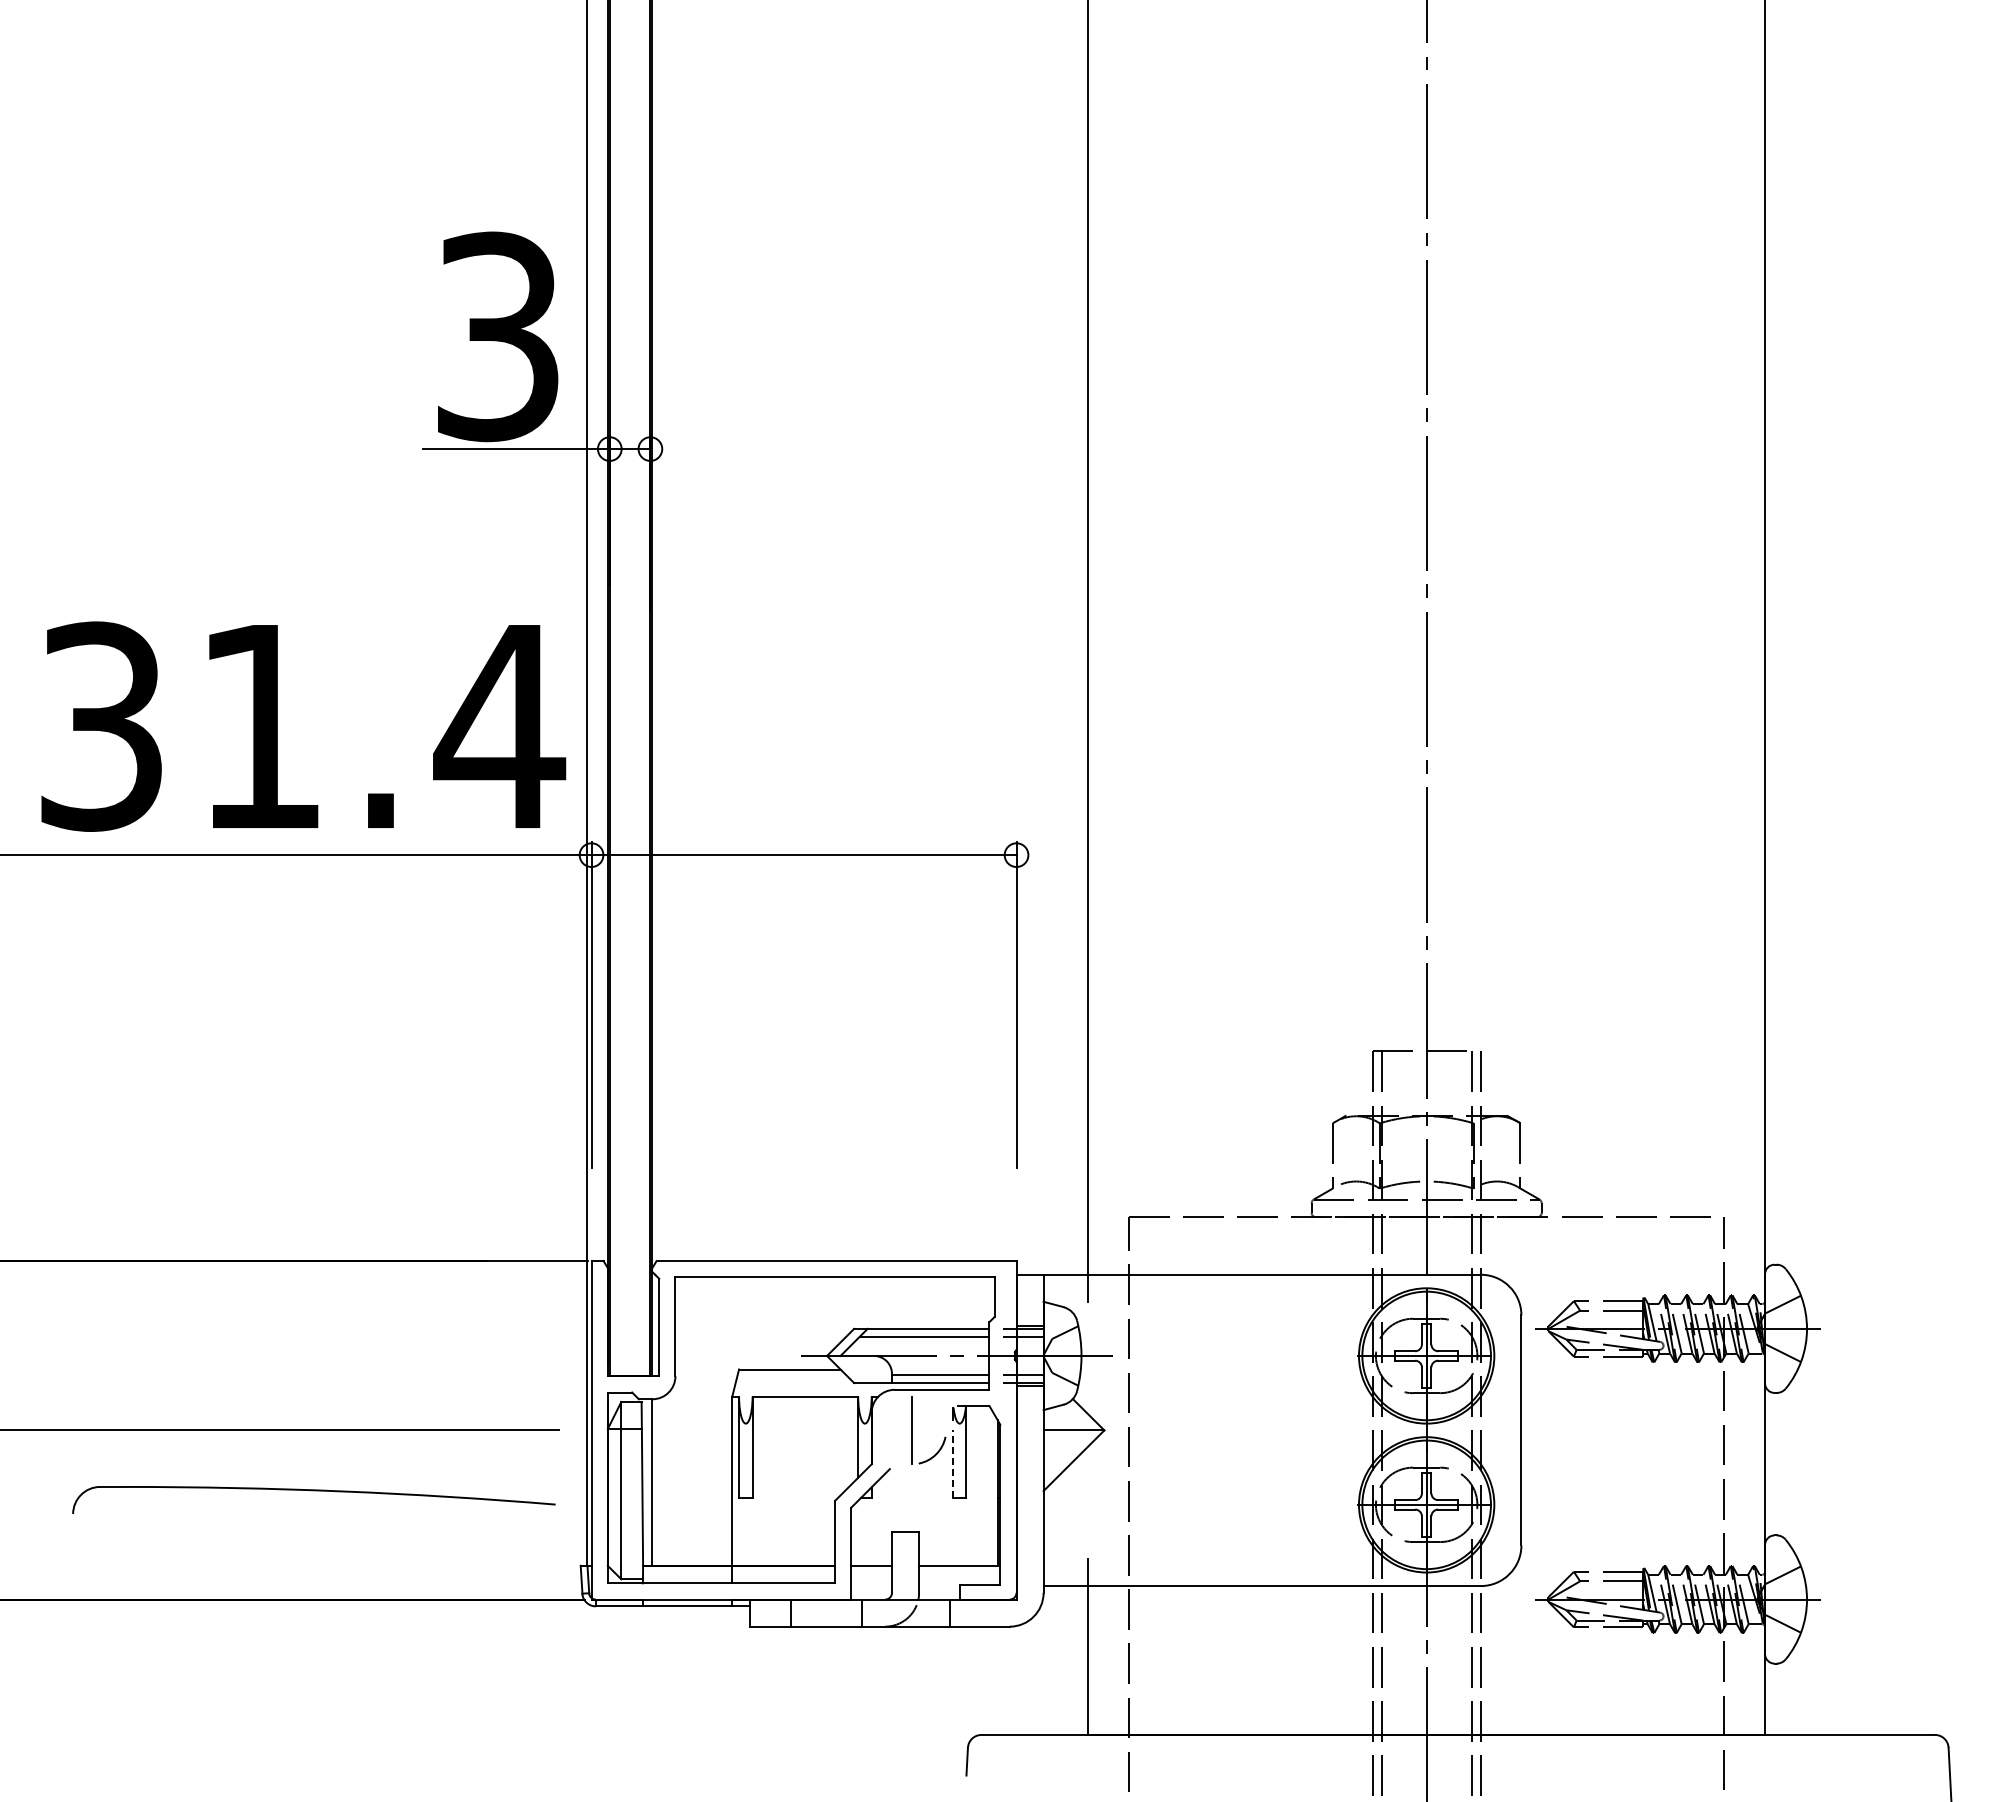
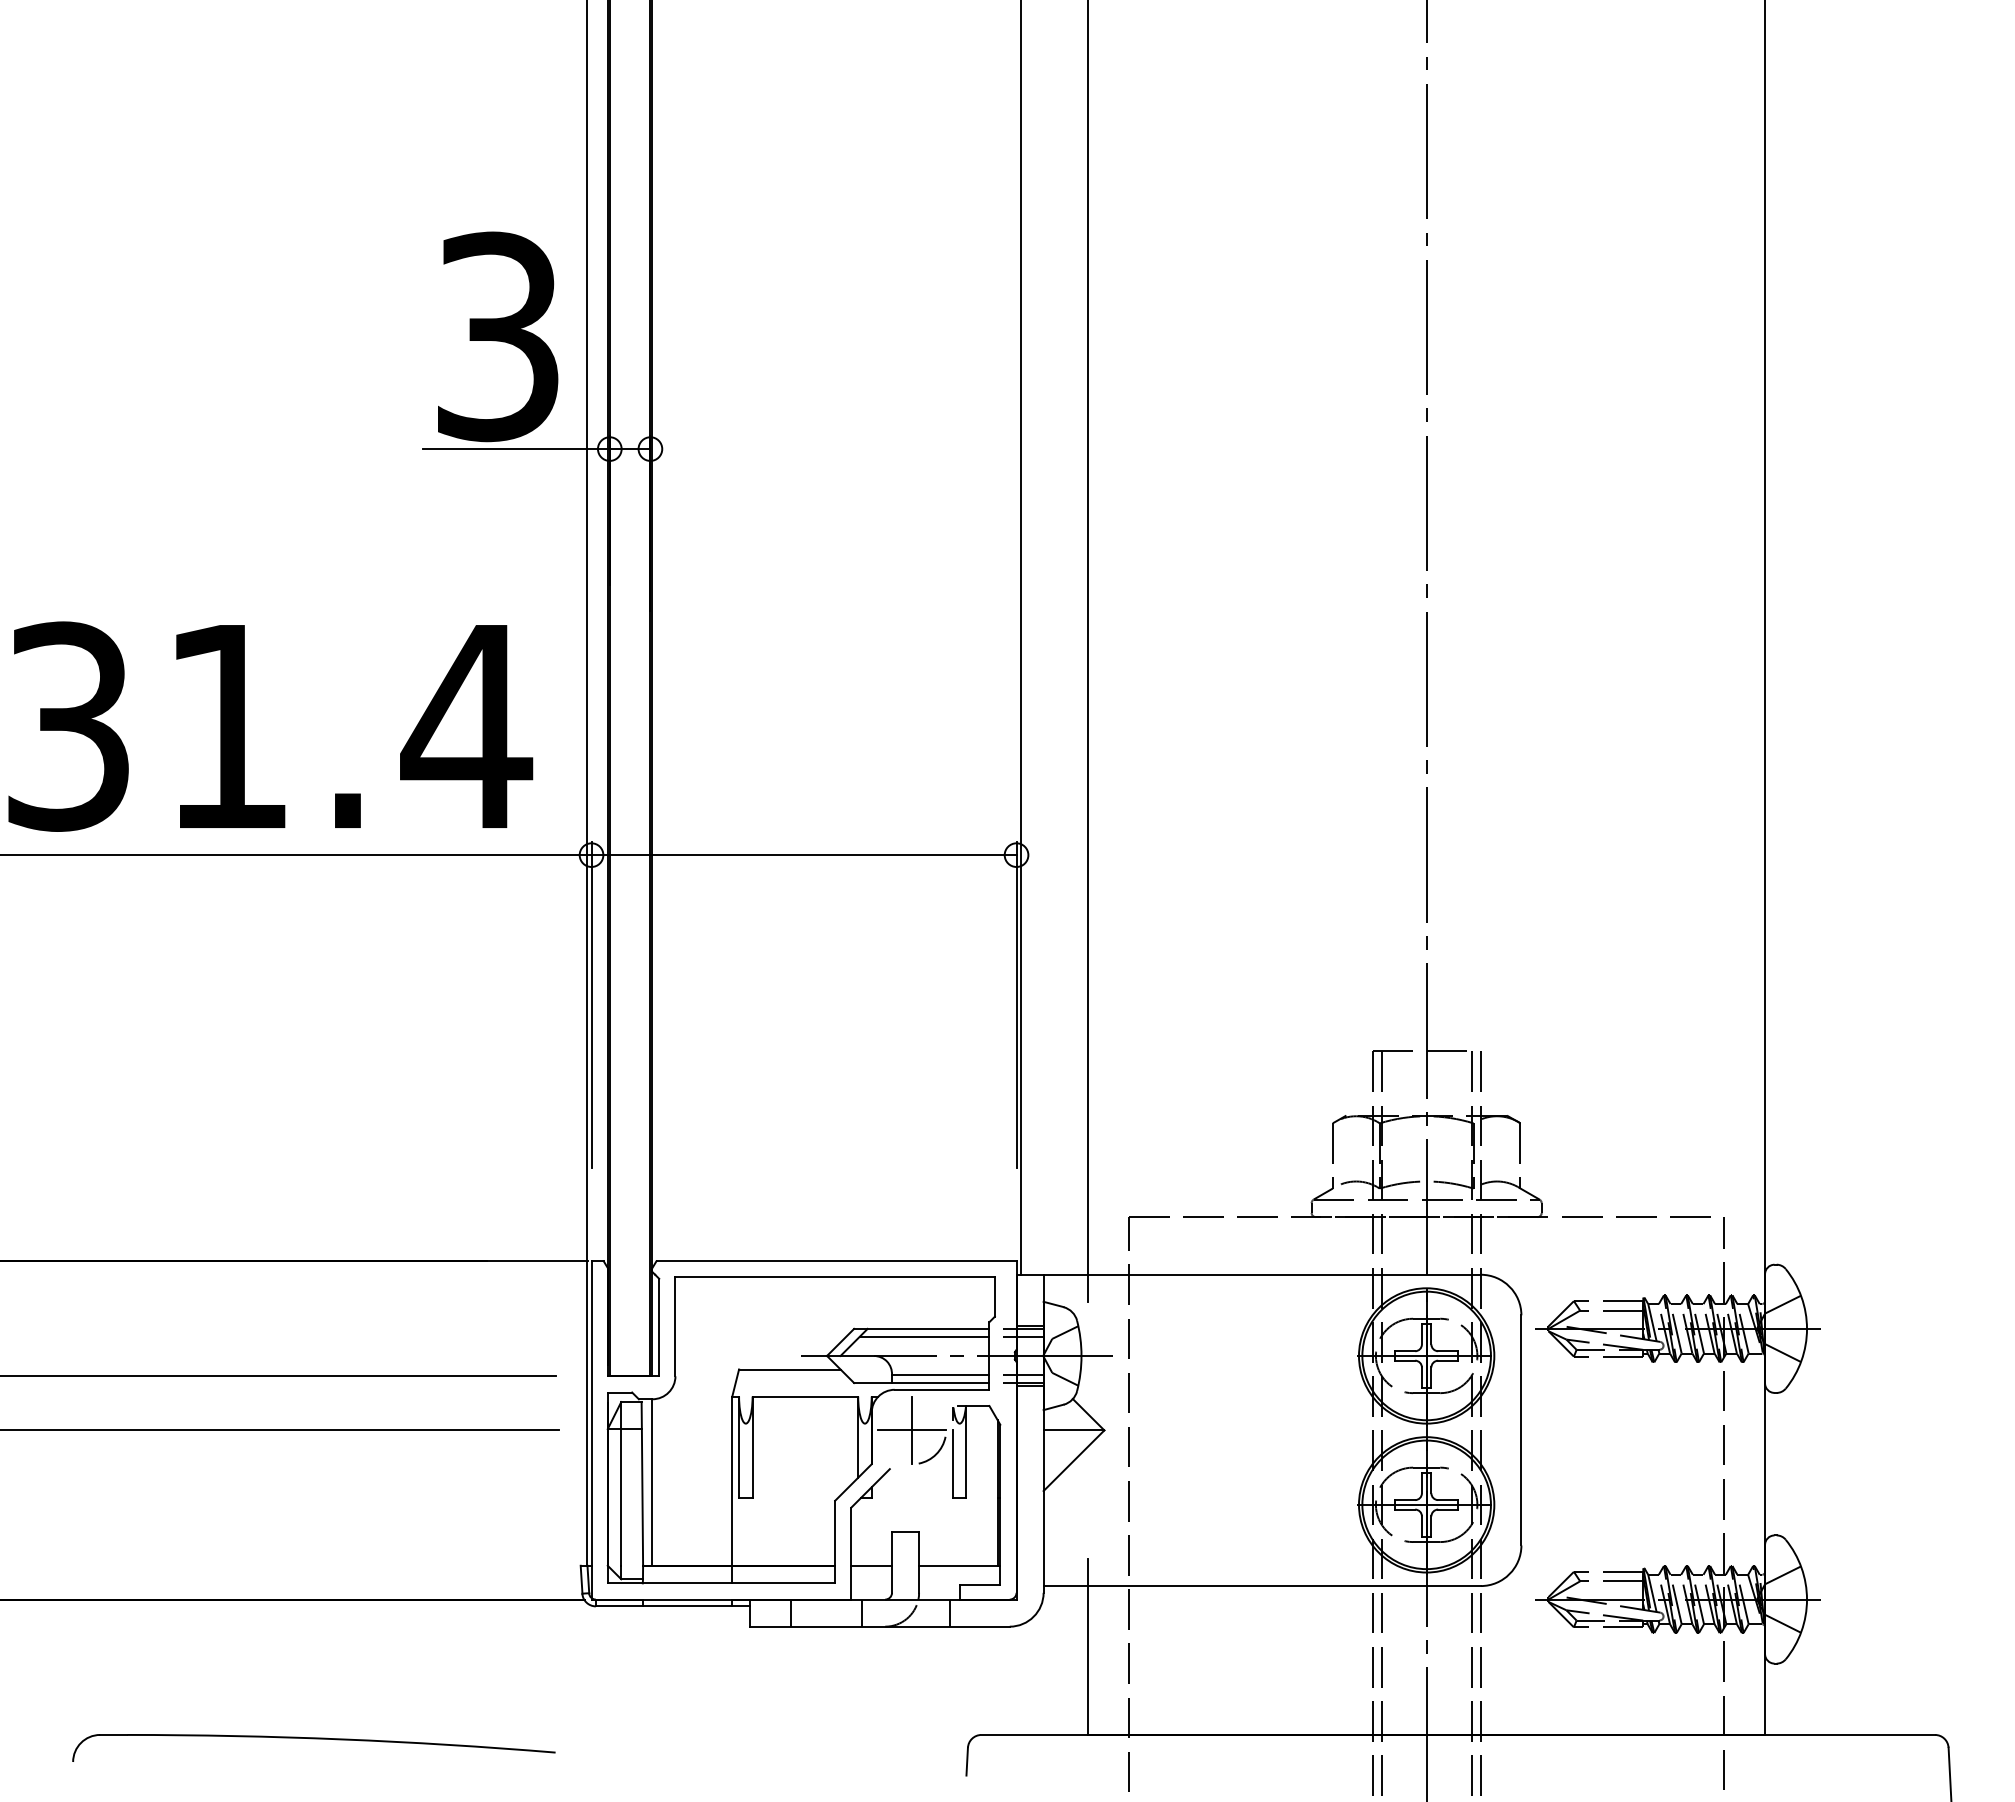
line at (1020, 638): none -> present
text at (303, 726) position: (303, 726) -> (270, 726)
line at (278, 1376): none -> present
line at (912, 1430): none -> present
line at (952, 1463): dashed -> solid
part at (313, 1491) position: (313, 1491) -> (313, 1739)
